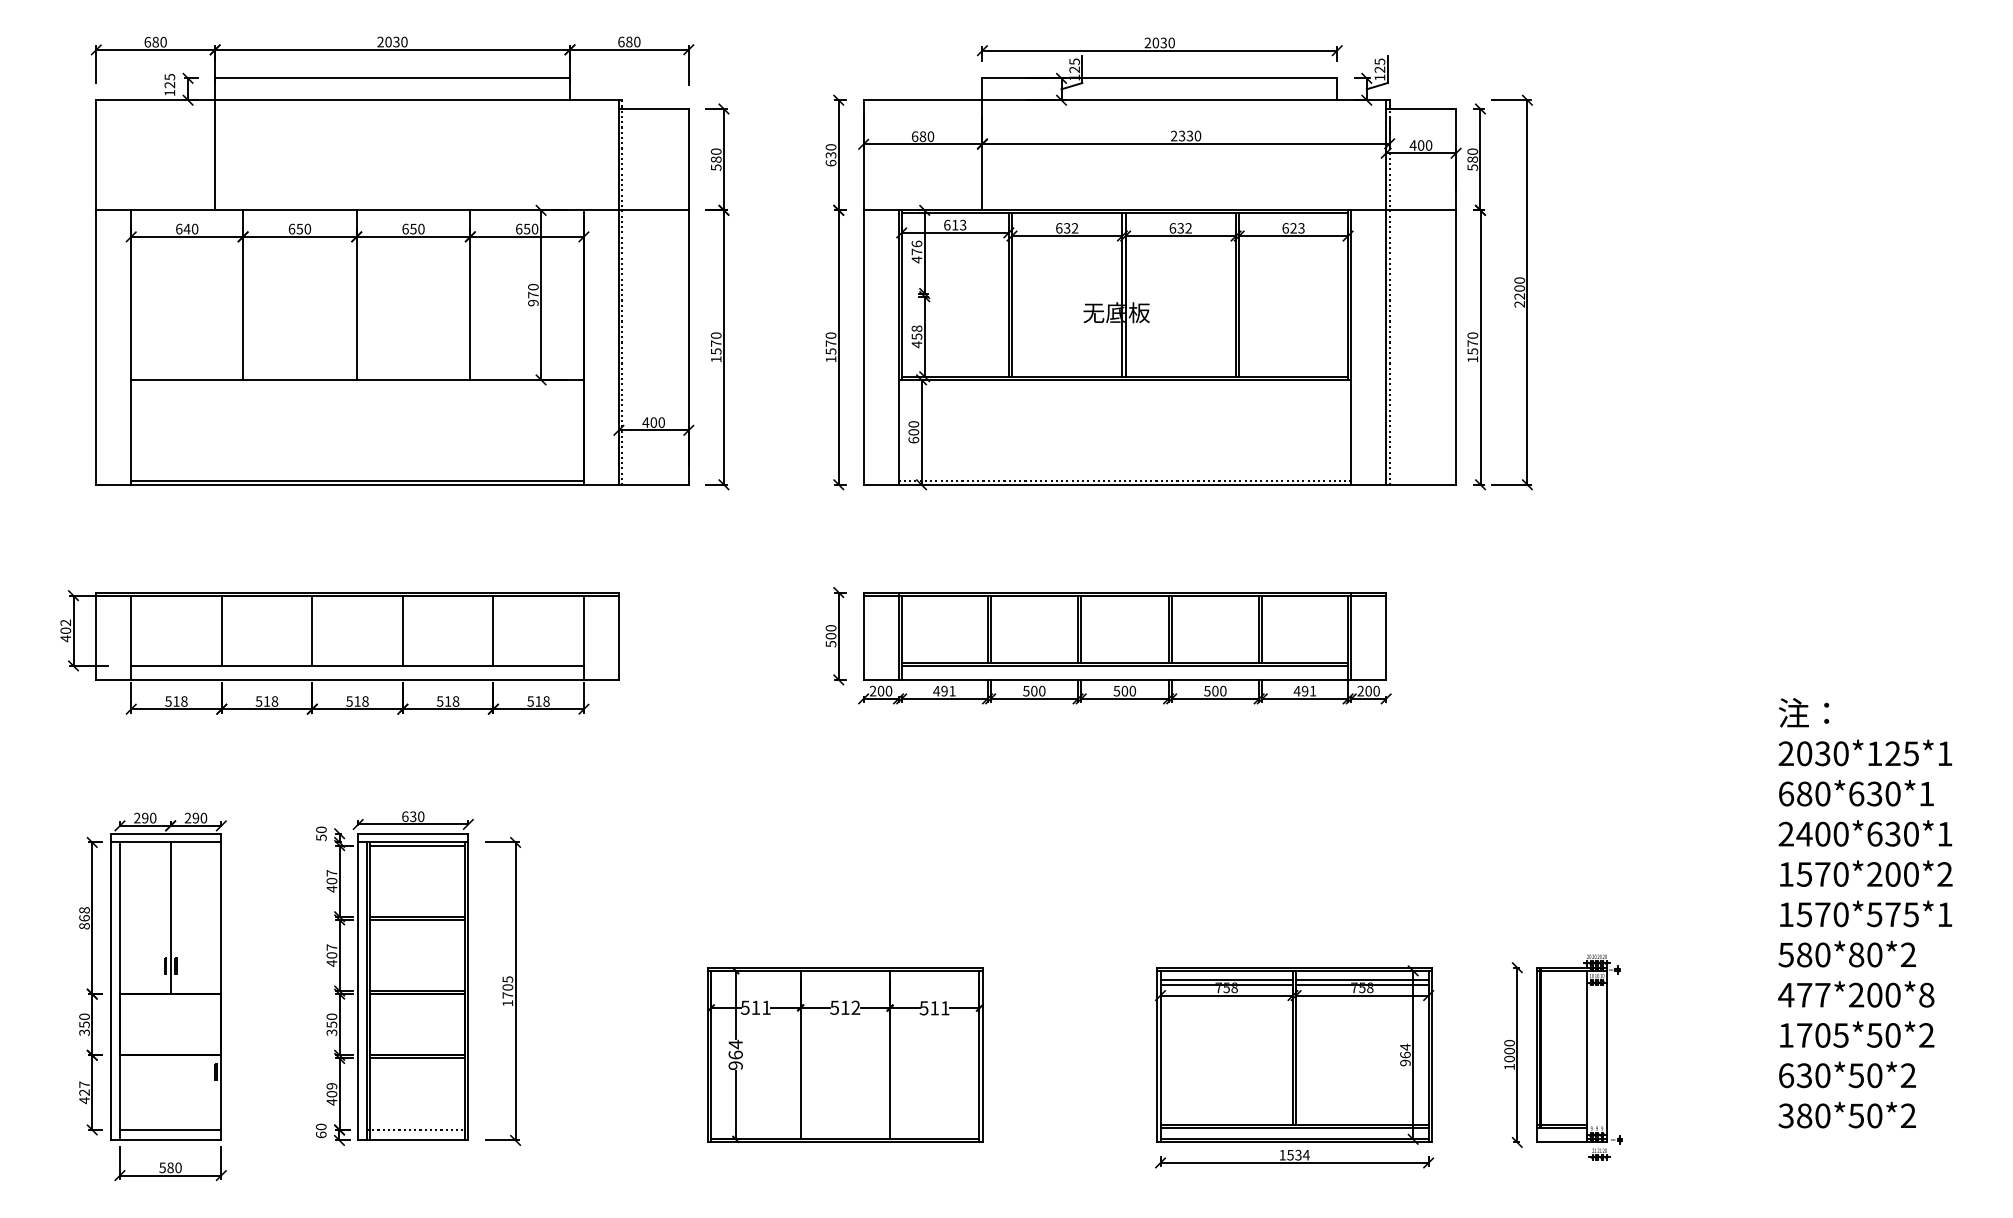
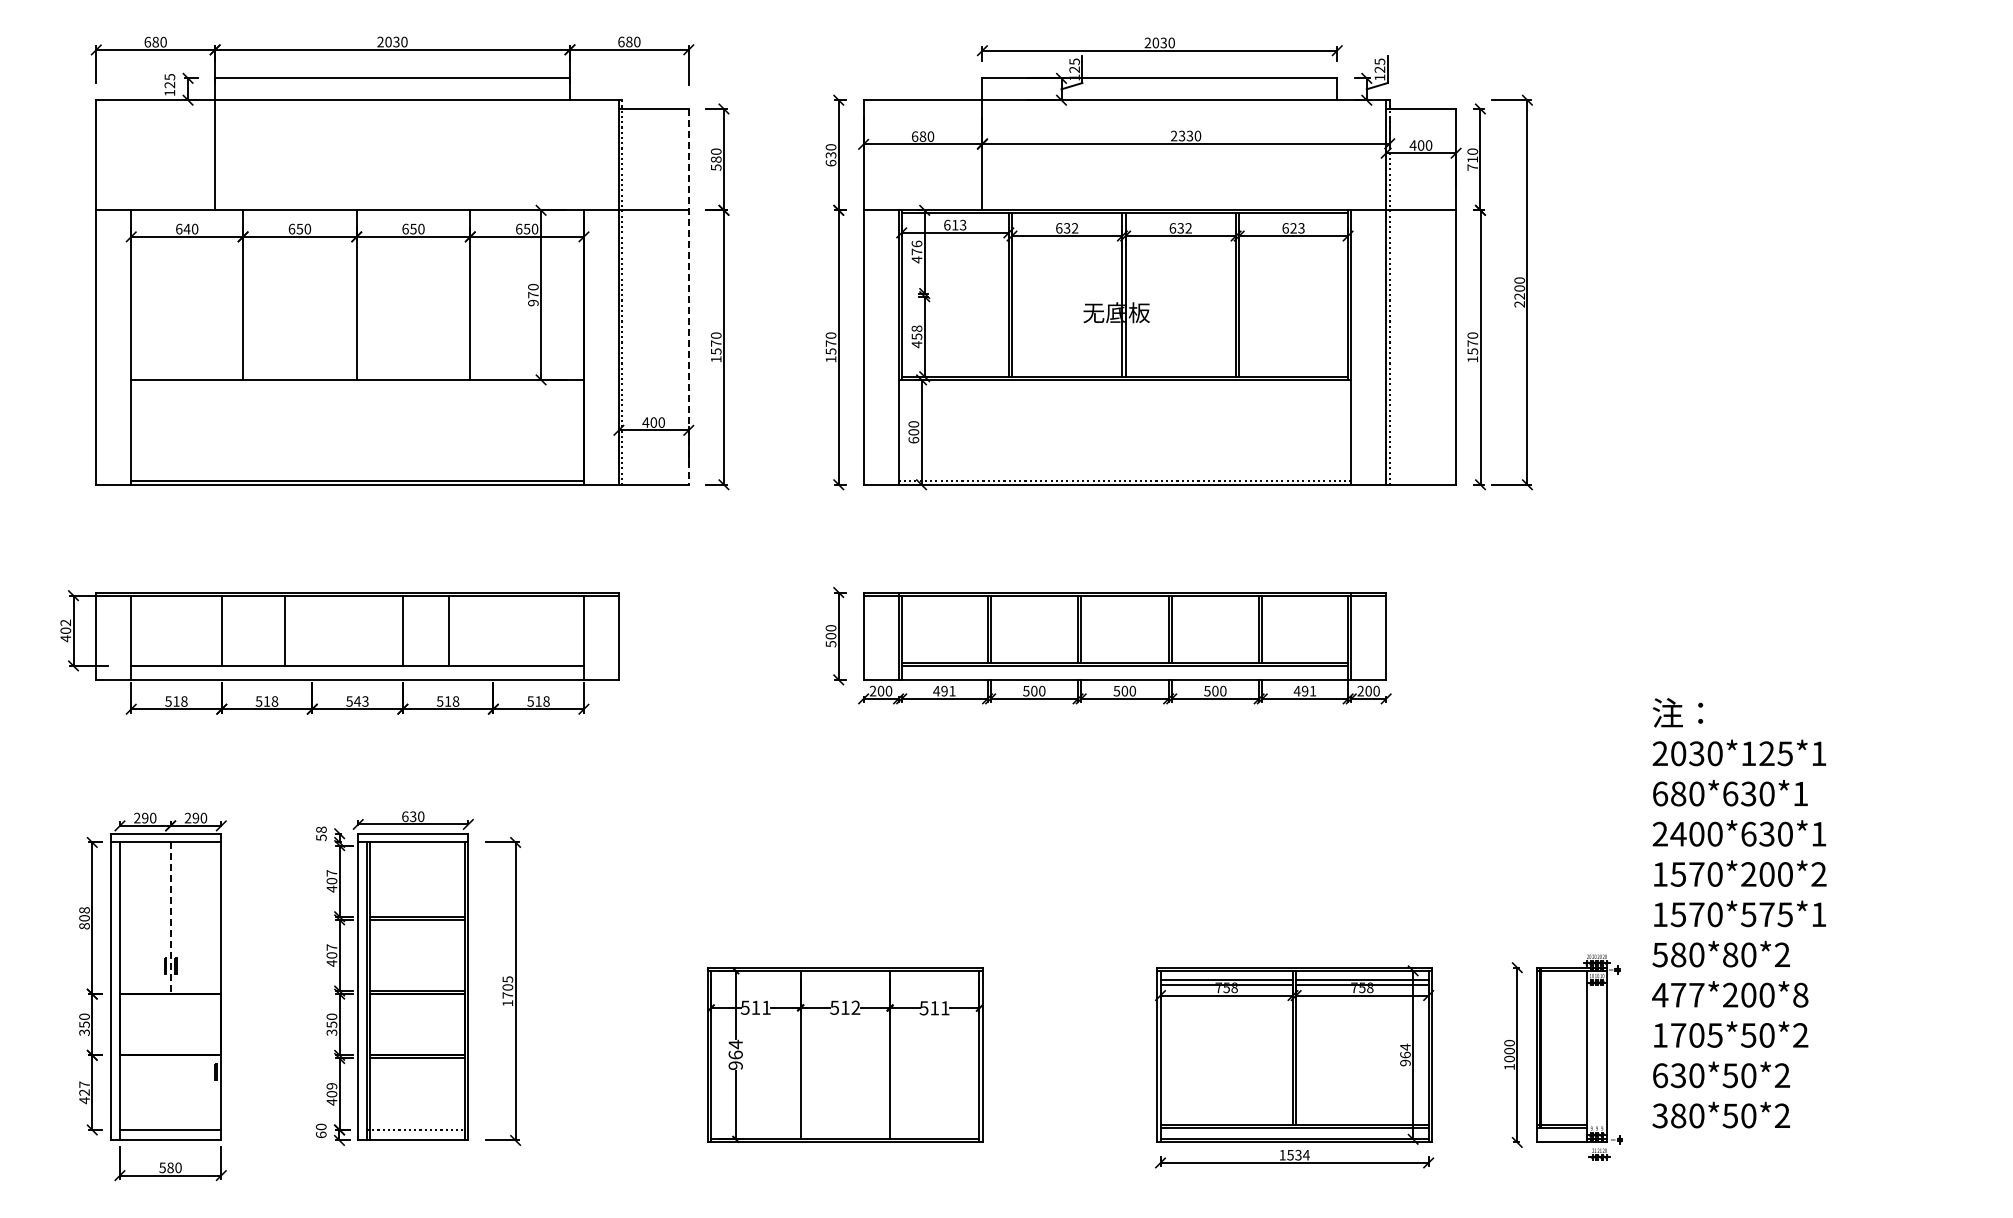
text at (1472, 163): 580 -> 710
line at (688, 296): solid -> dashed
line at (312, 630) position: (312, 630) -> (285, 630)
line at (493, 630) position: (493, 630) -> (449, 630)
text at (361, 701): 518 -> 543
text at (321, 829): 50 -> 58
line at (417, 845): present -> none
text at (1865, 913) position: (1865, 913) -> (1739, 913)
text at (84, 918): 868 -> 808
line at (170, 918): solid -> dashed
